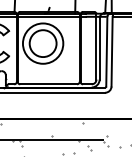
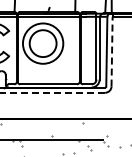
line at (112, 51): solid -> dashed
line at (53, 92): solid -> dashed
